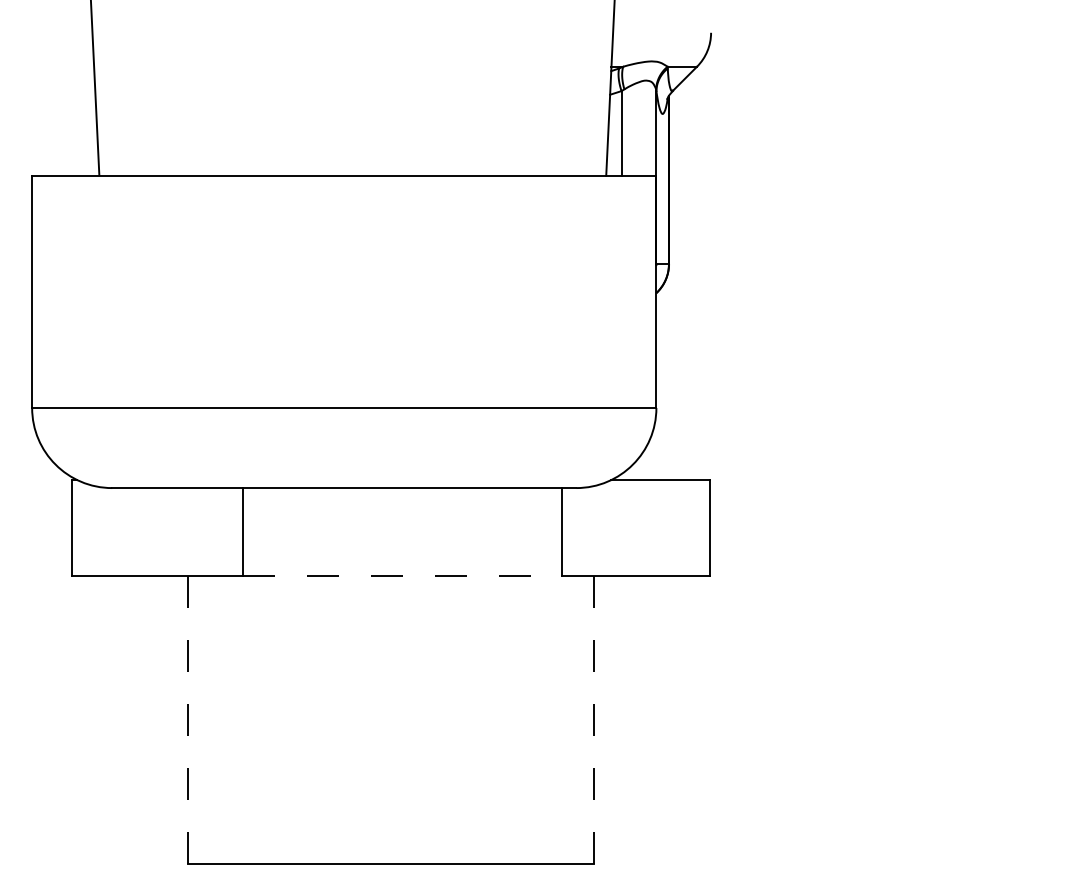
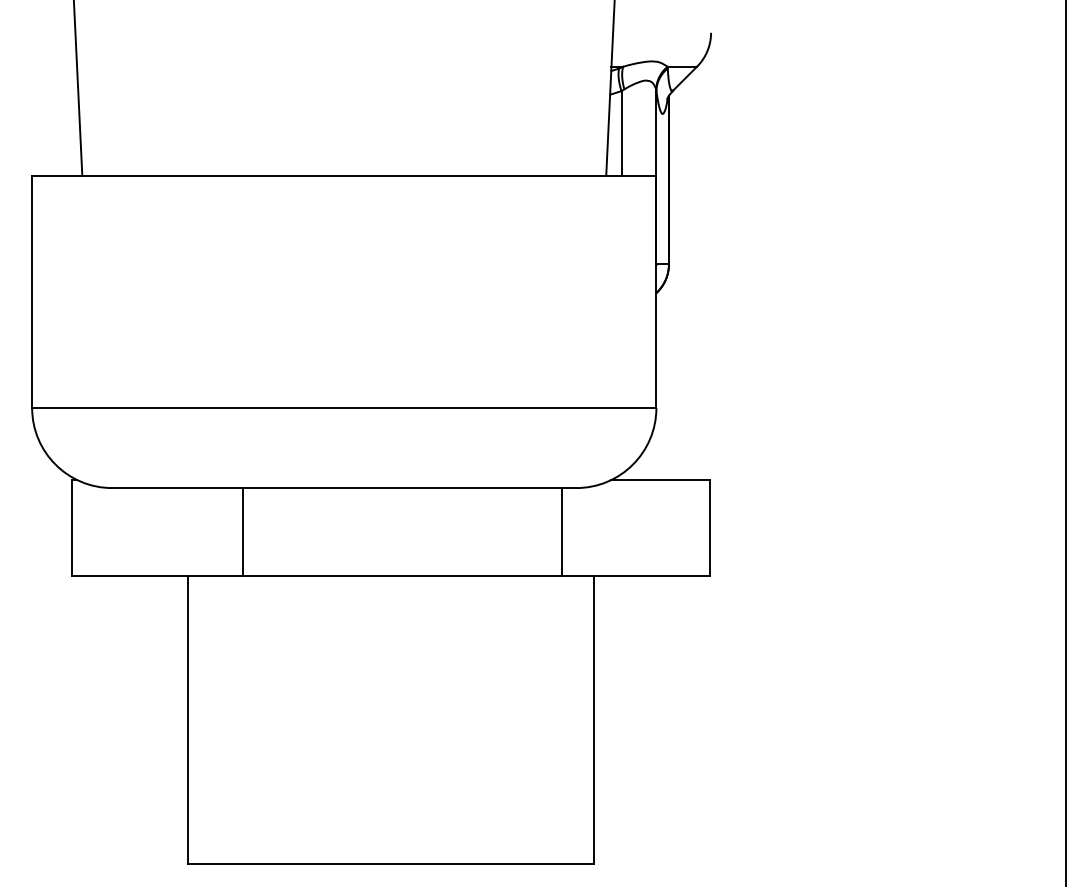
line at (95, 88) position: (95, 88) -> (77, 88)
line at (1065, 442): none -> present
line at (402, 576): dashed -> solid
line at (594, 719): dashed -> solid
line at (187, 720): dashed -> solid
